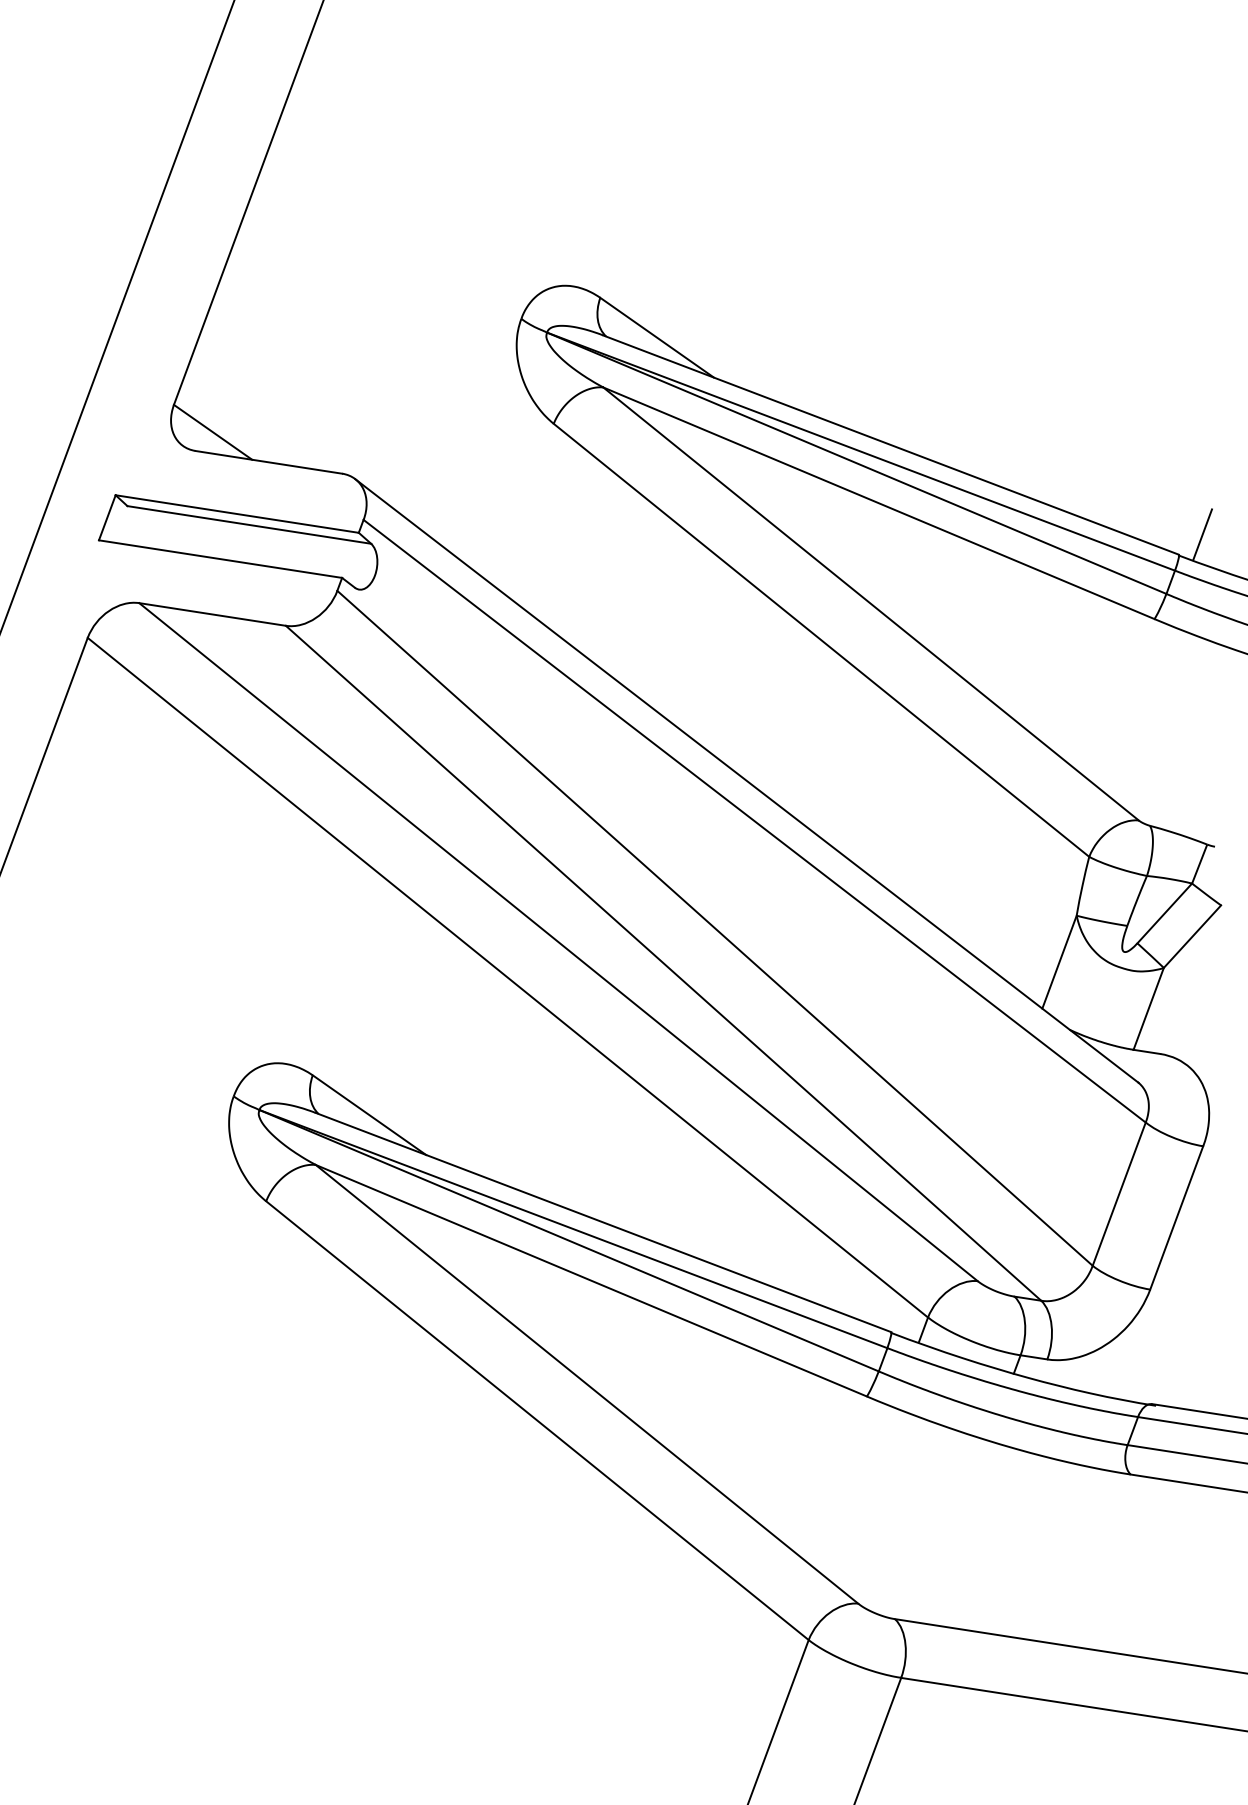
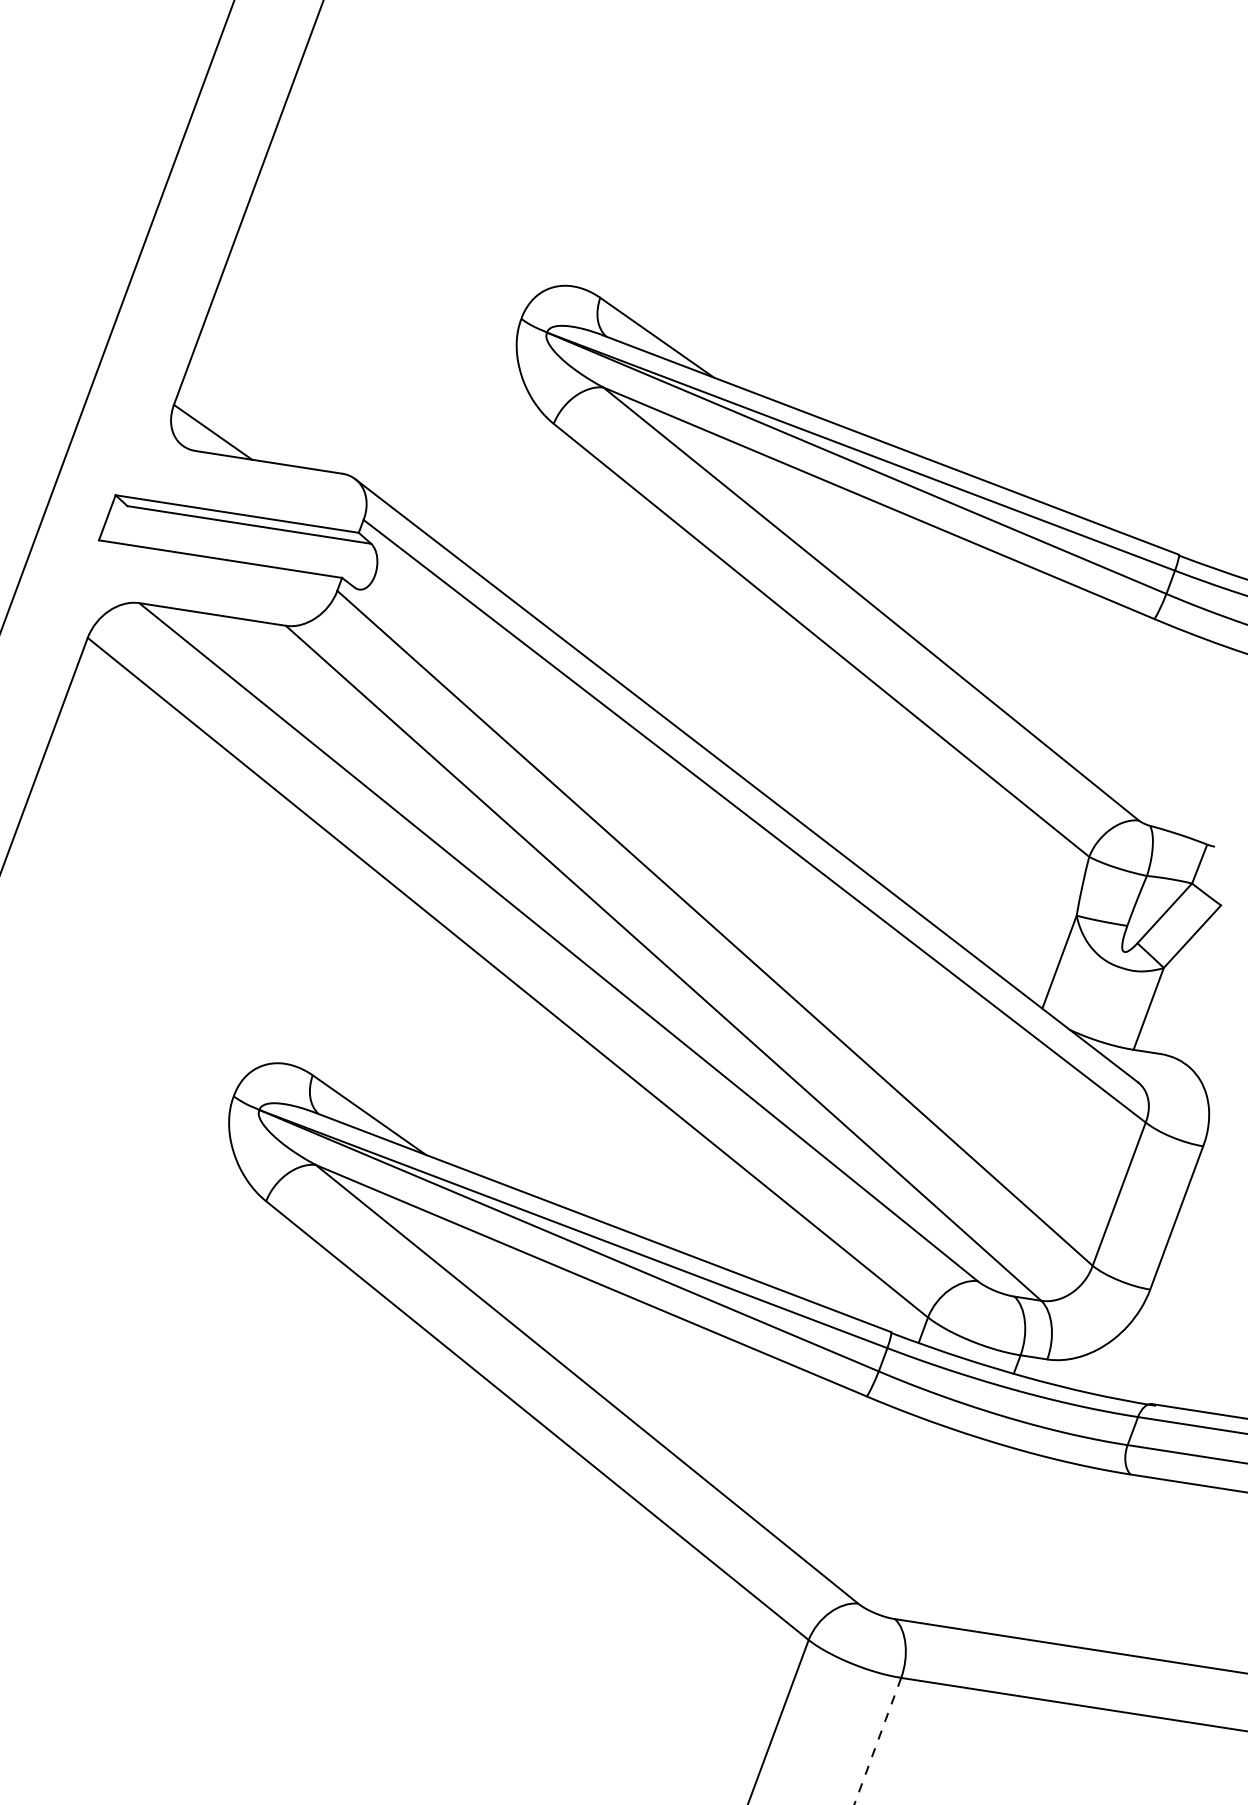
line at (1202, 534): present -> none
line at (877, 1741): solid -> dashed
